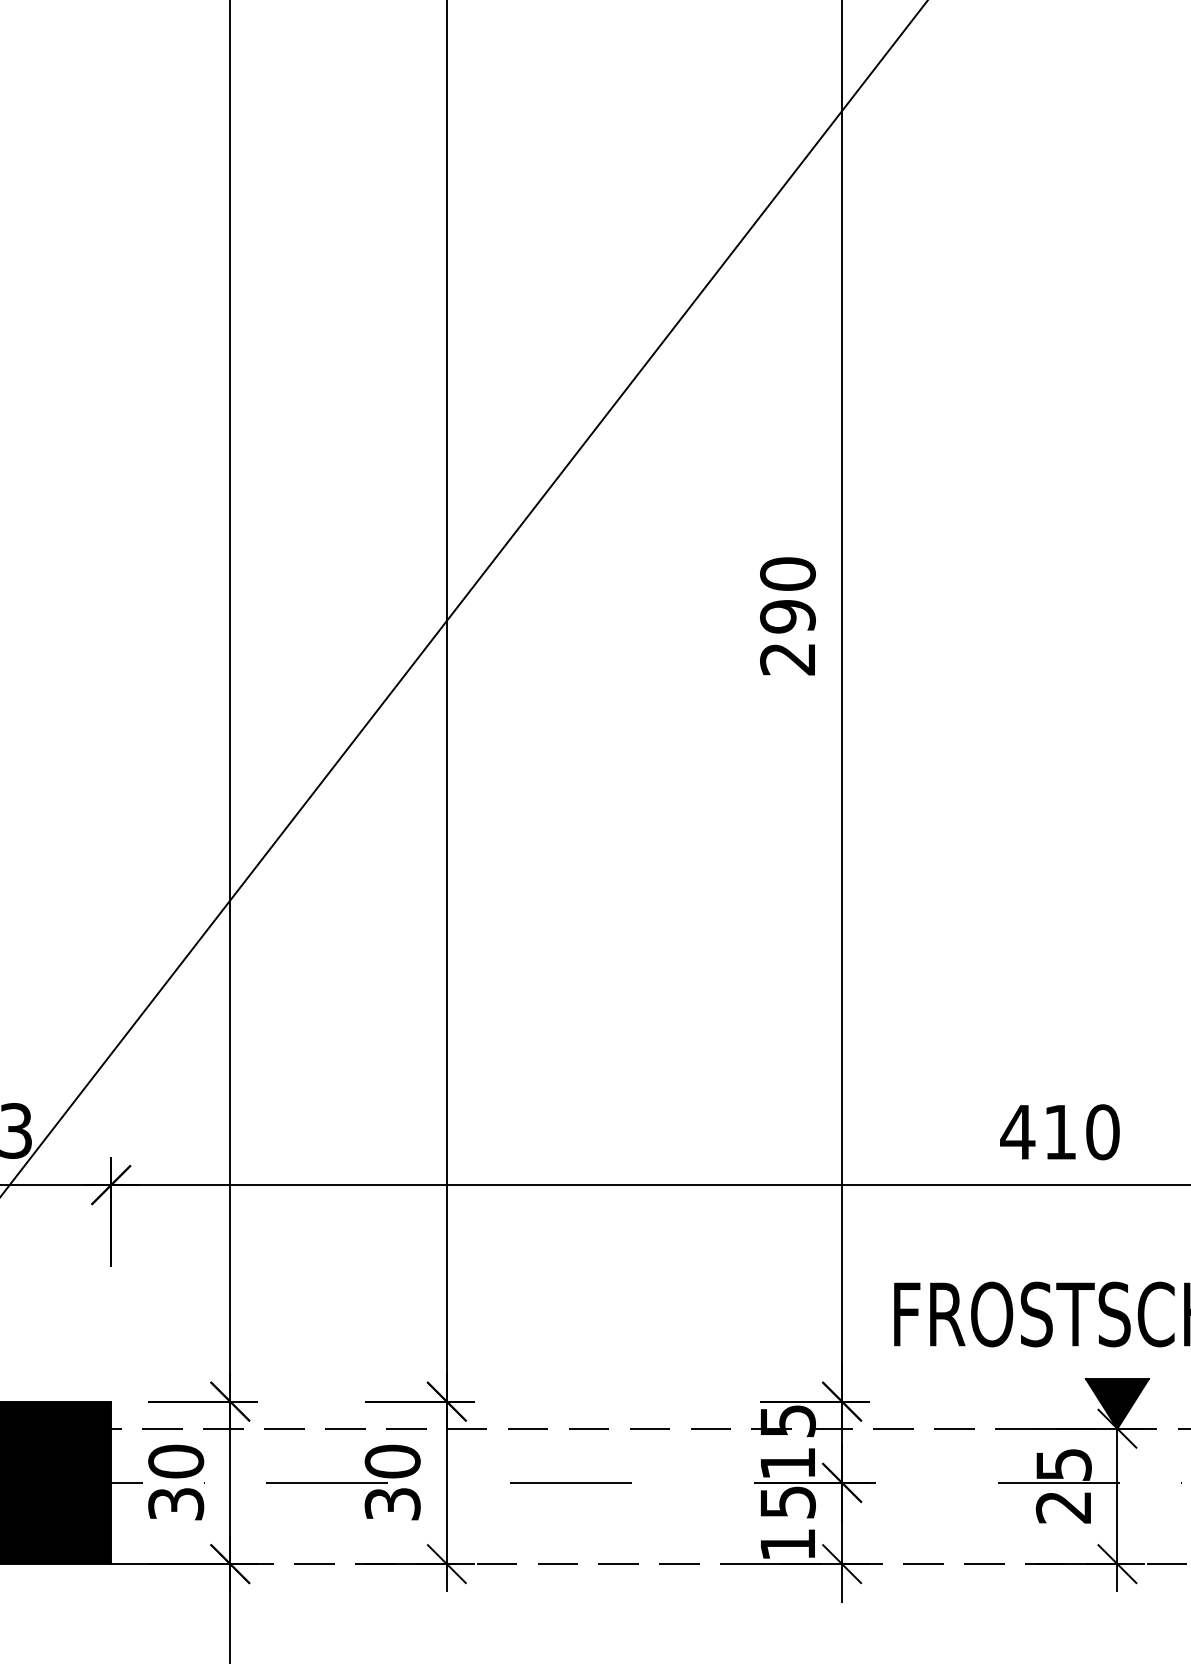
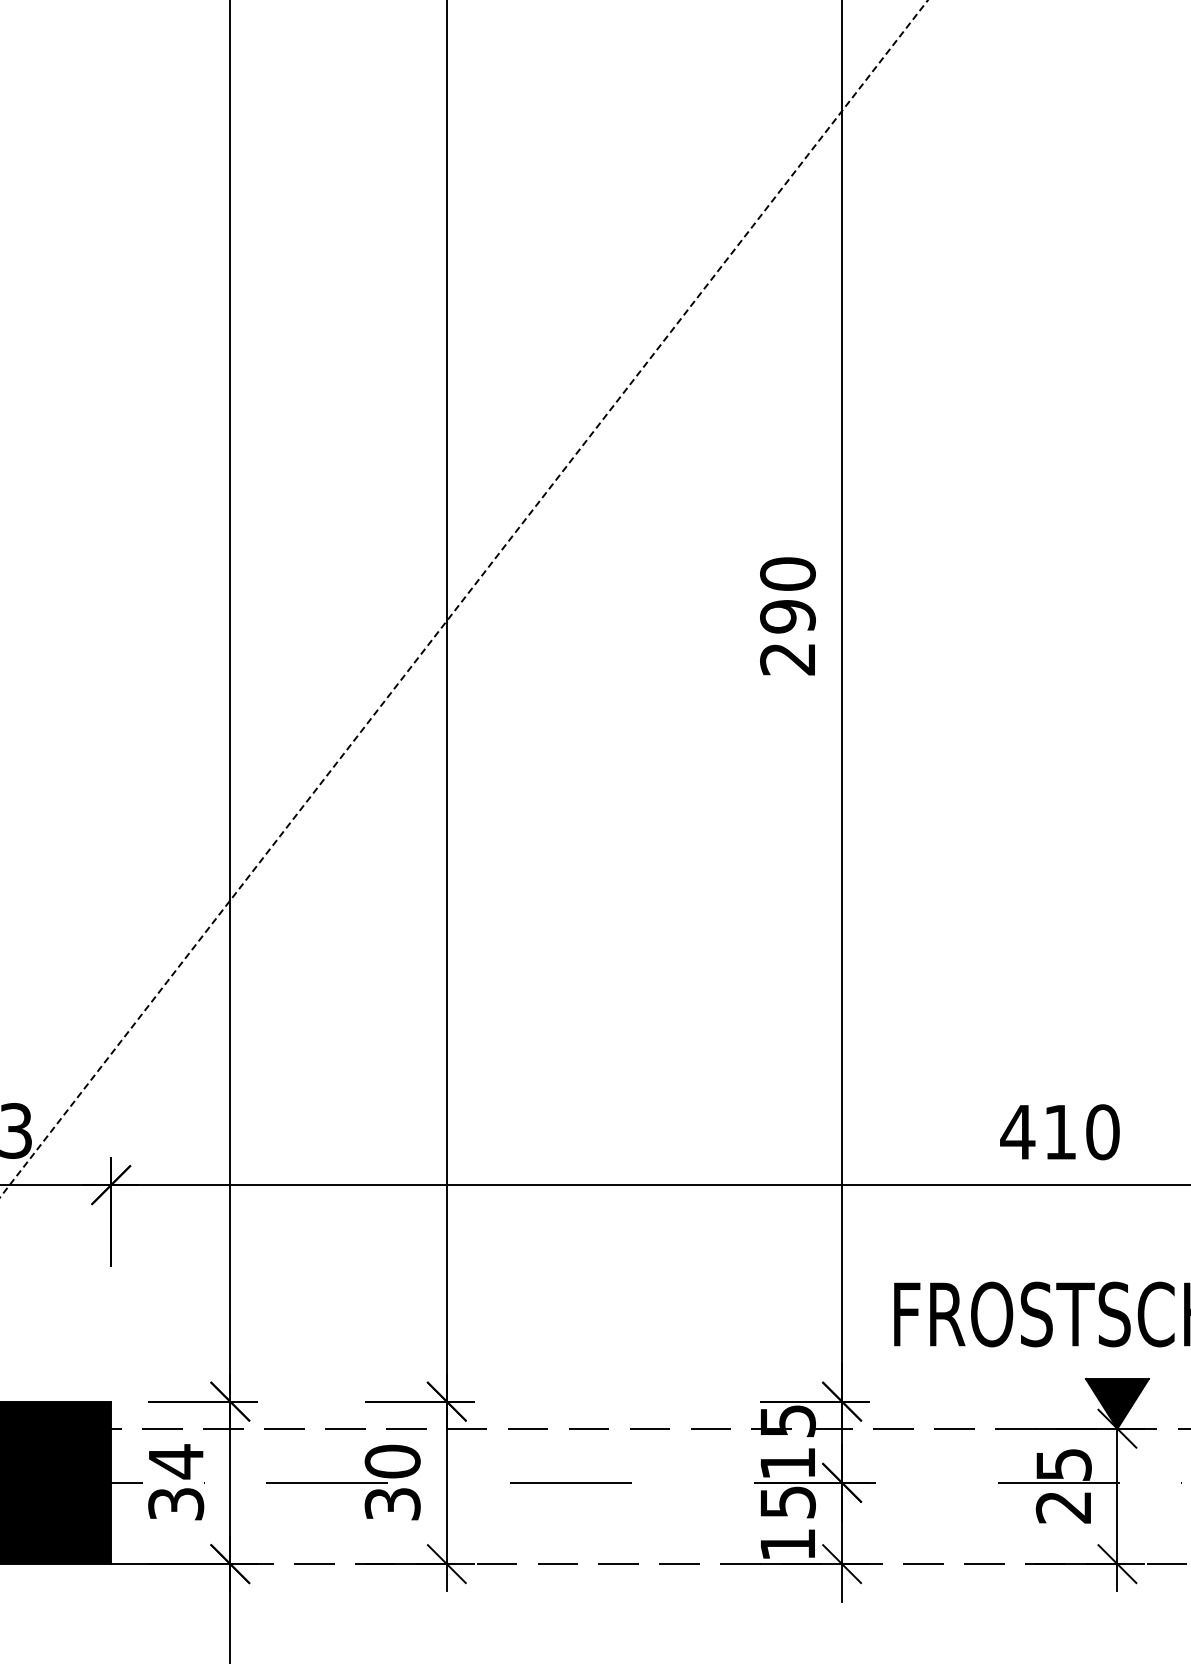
line at (463, 599): solid -> dashed
text at (176, 1461): 30 -> 34
